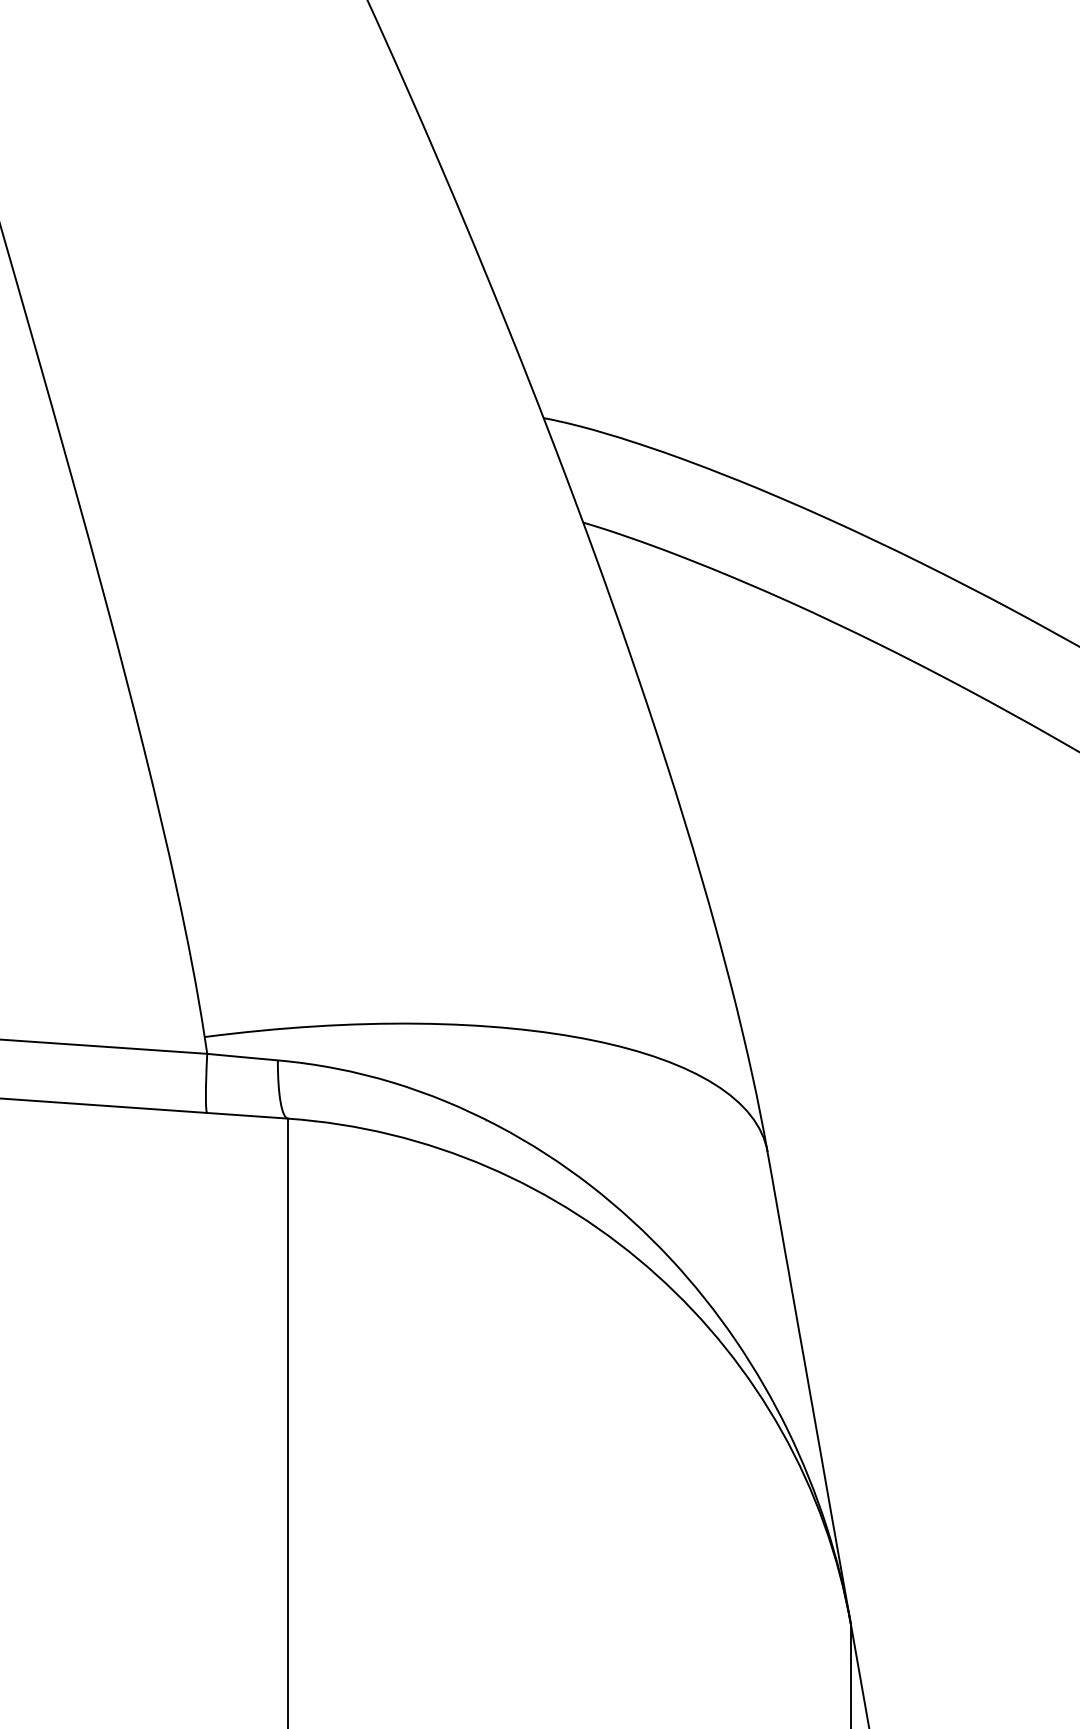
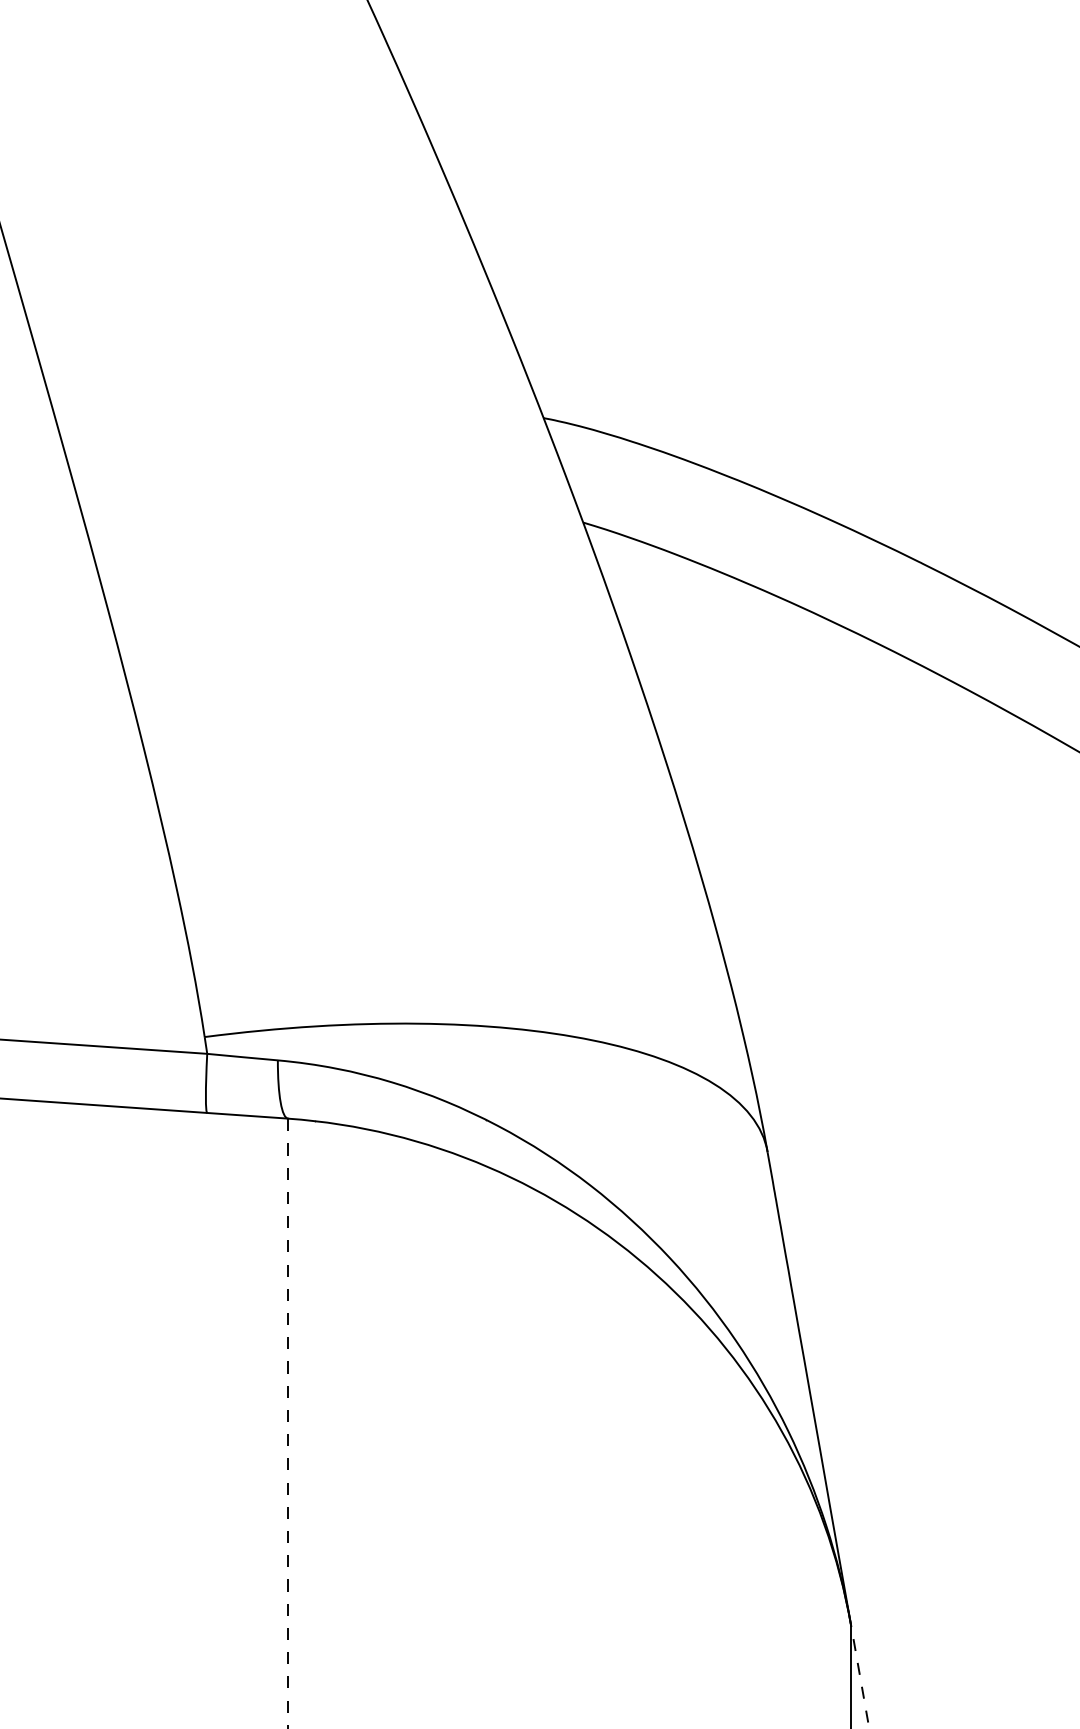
line at (288, 1423): solid -> dashed
line at (860, 1676): solid -> dashed
